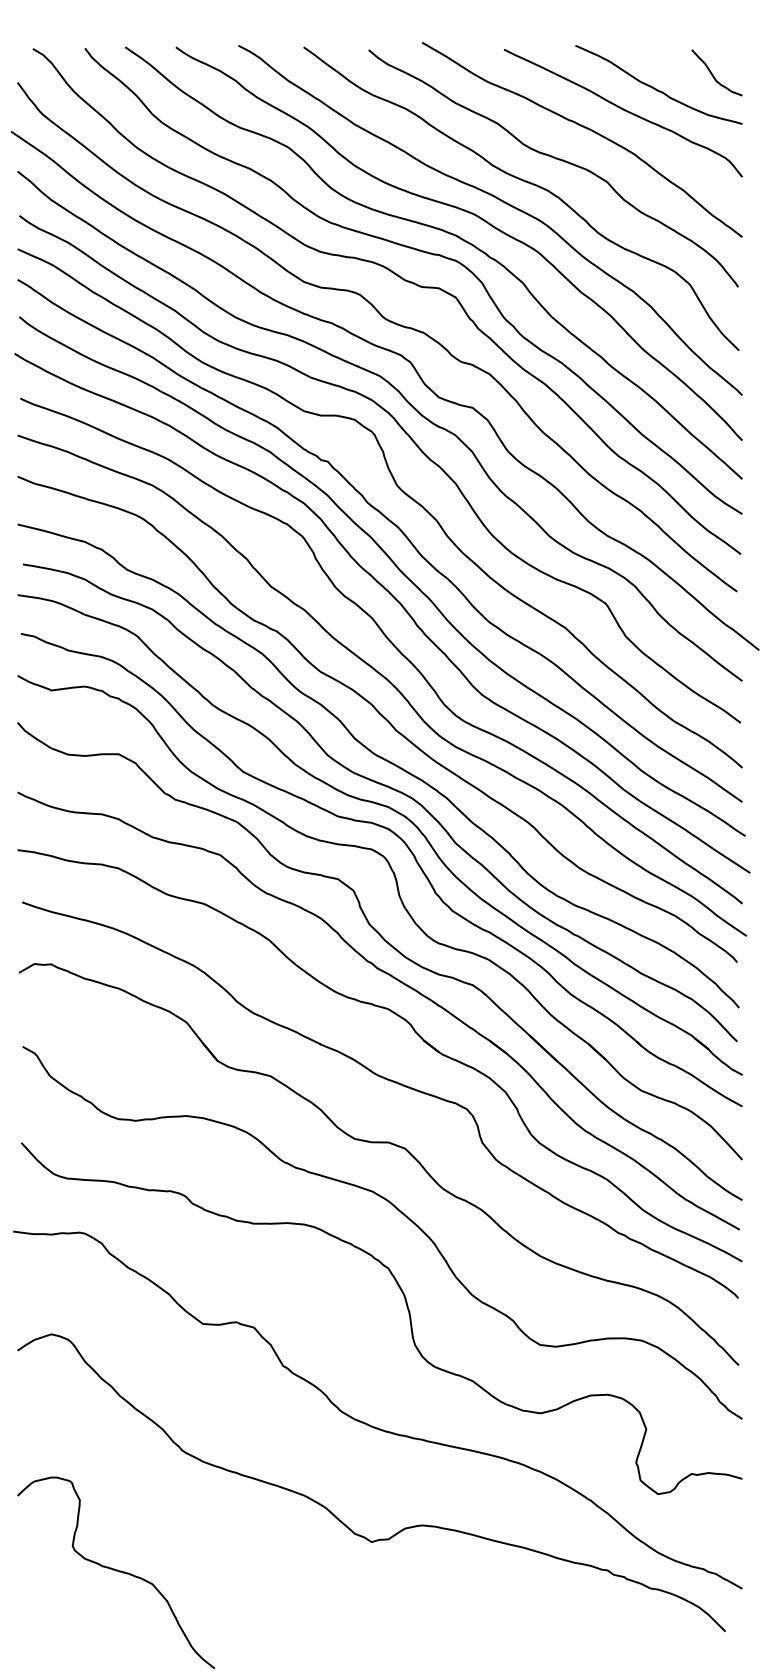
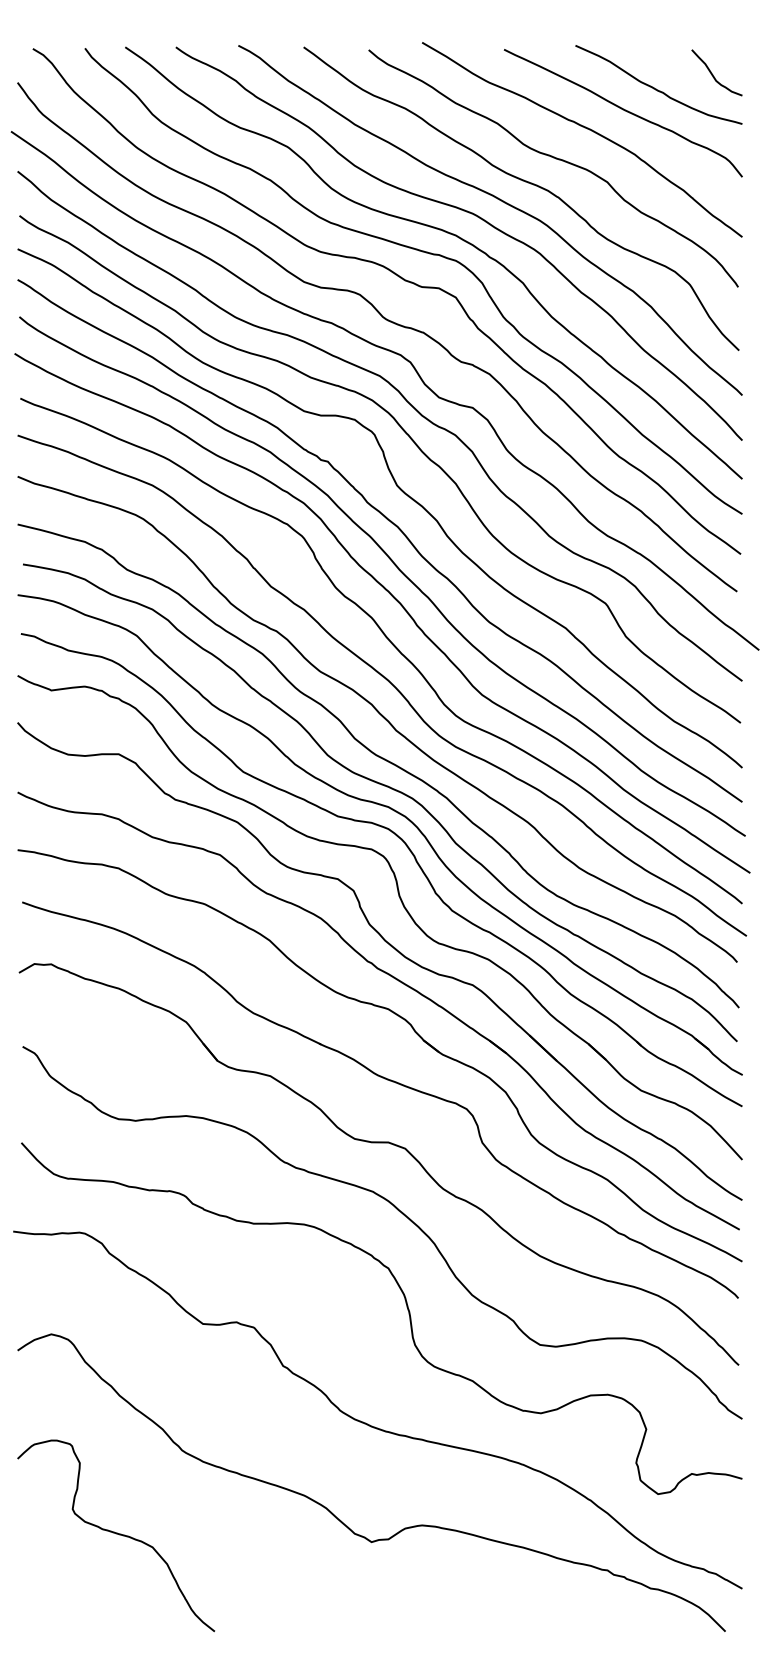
curve at (116, 1571) position: (116, 1571) -> (116, 1534)
